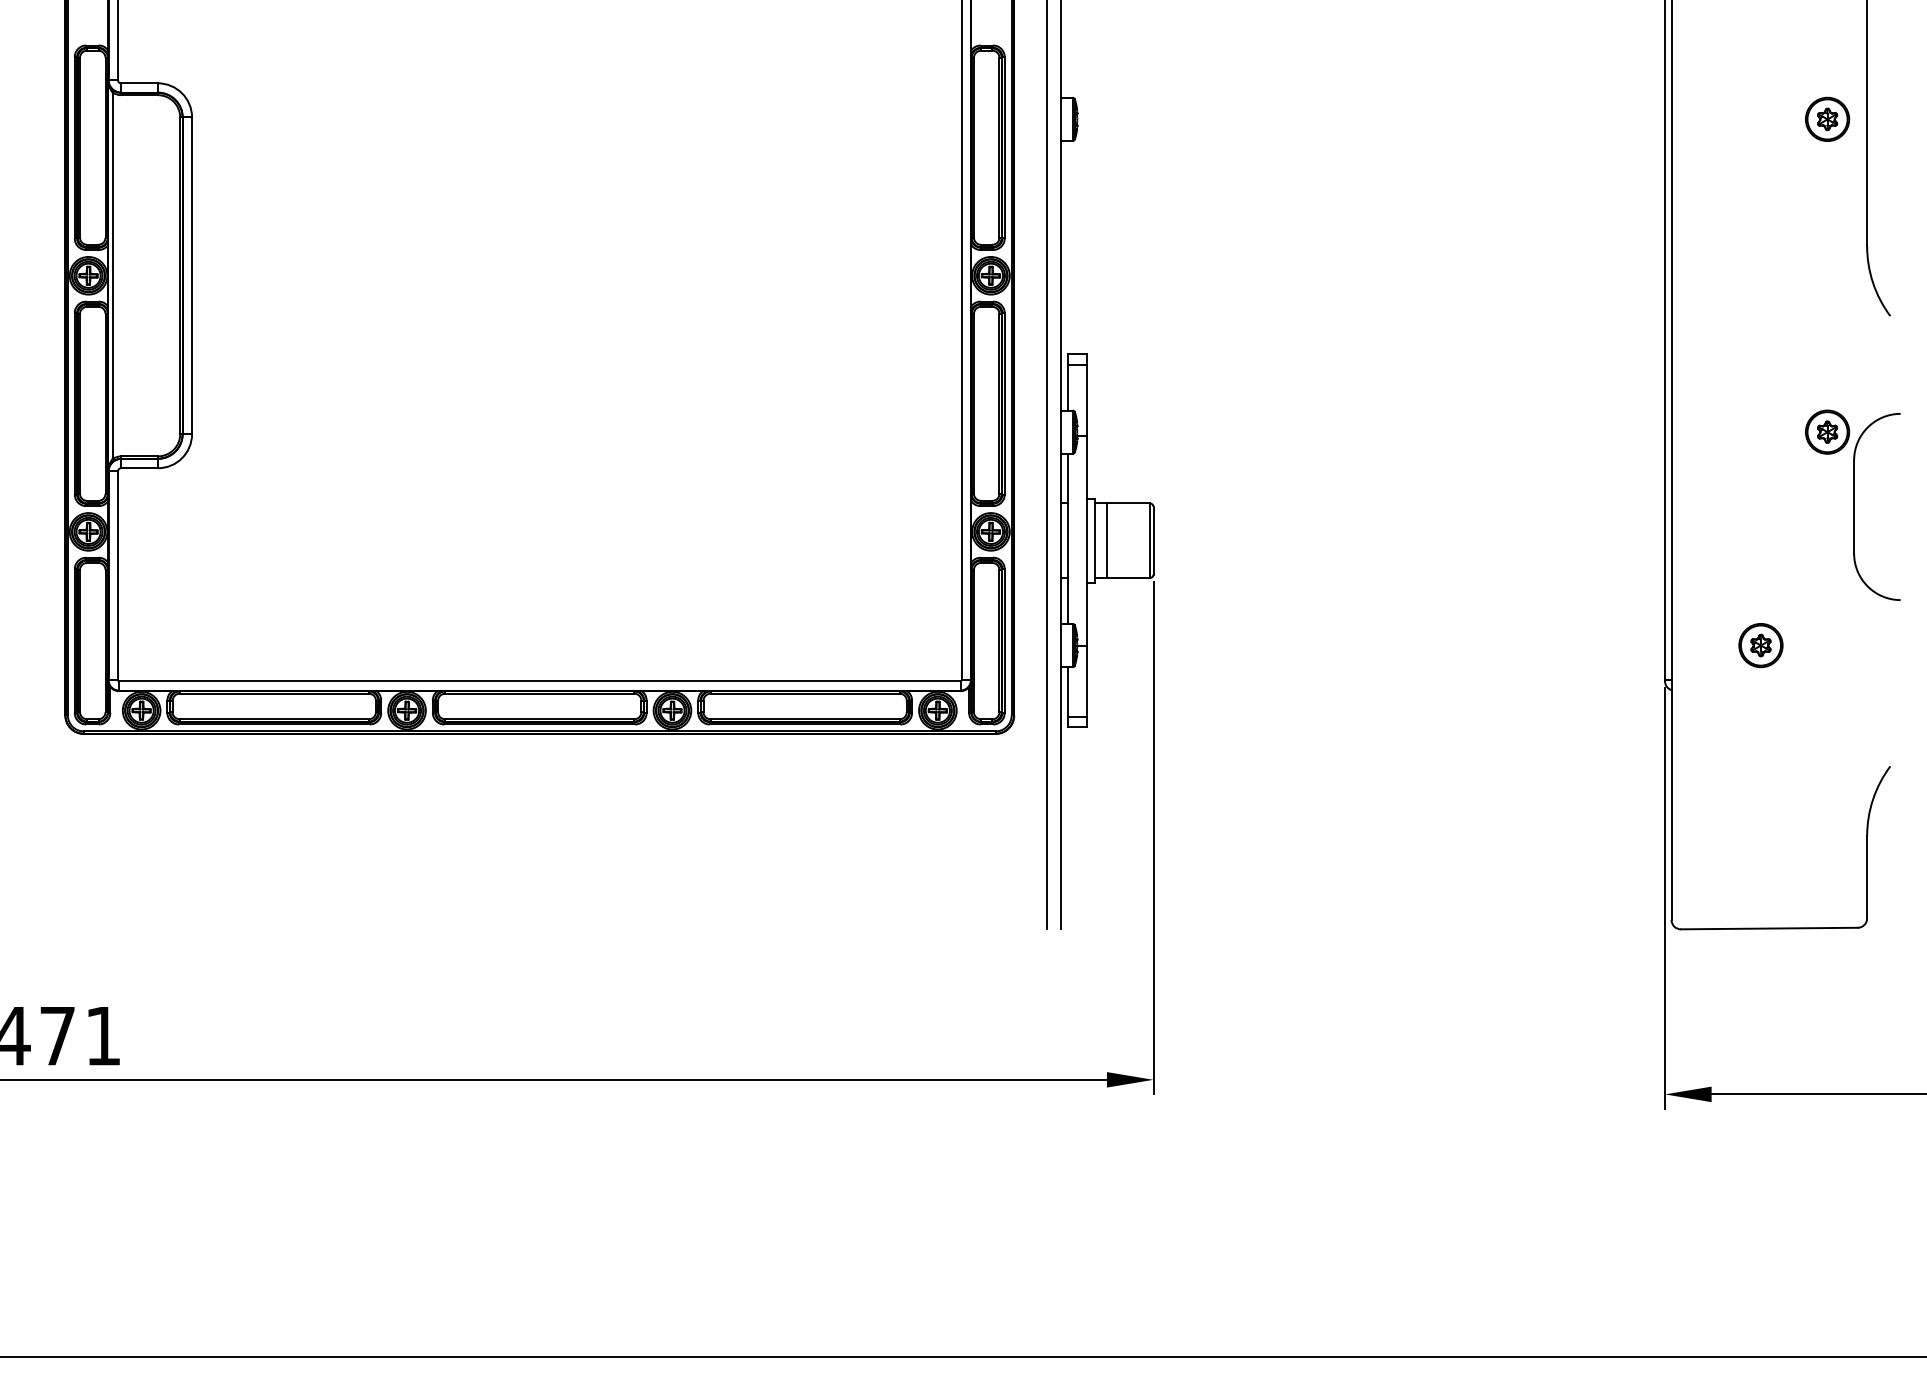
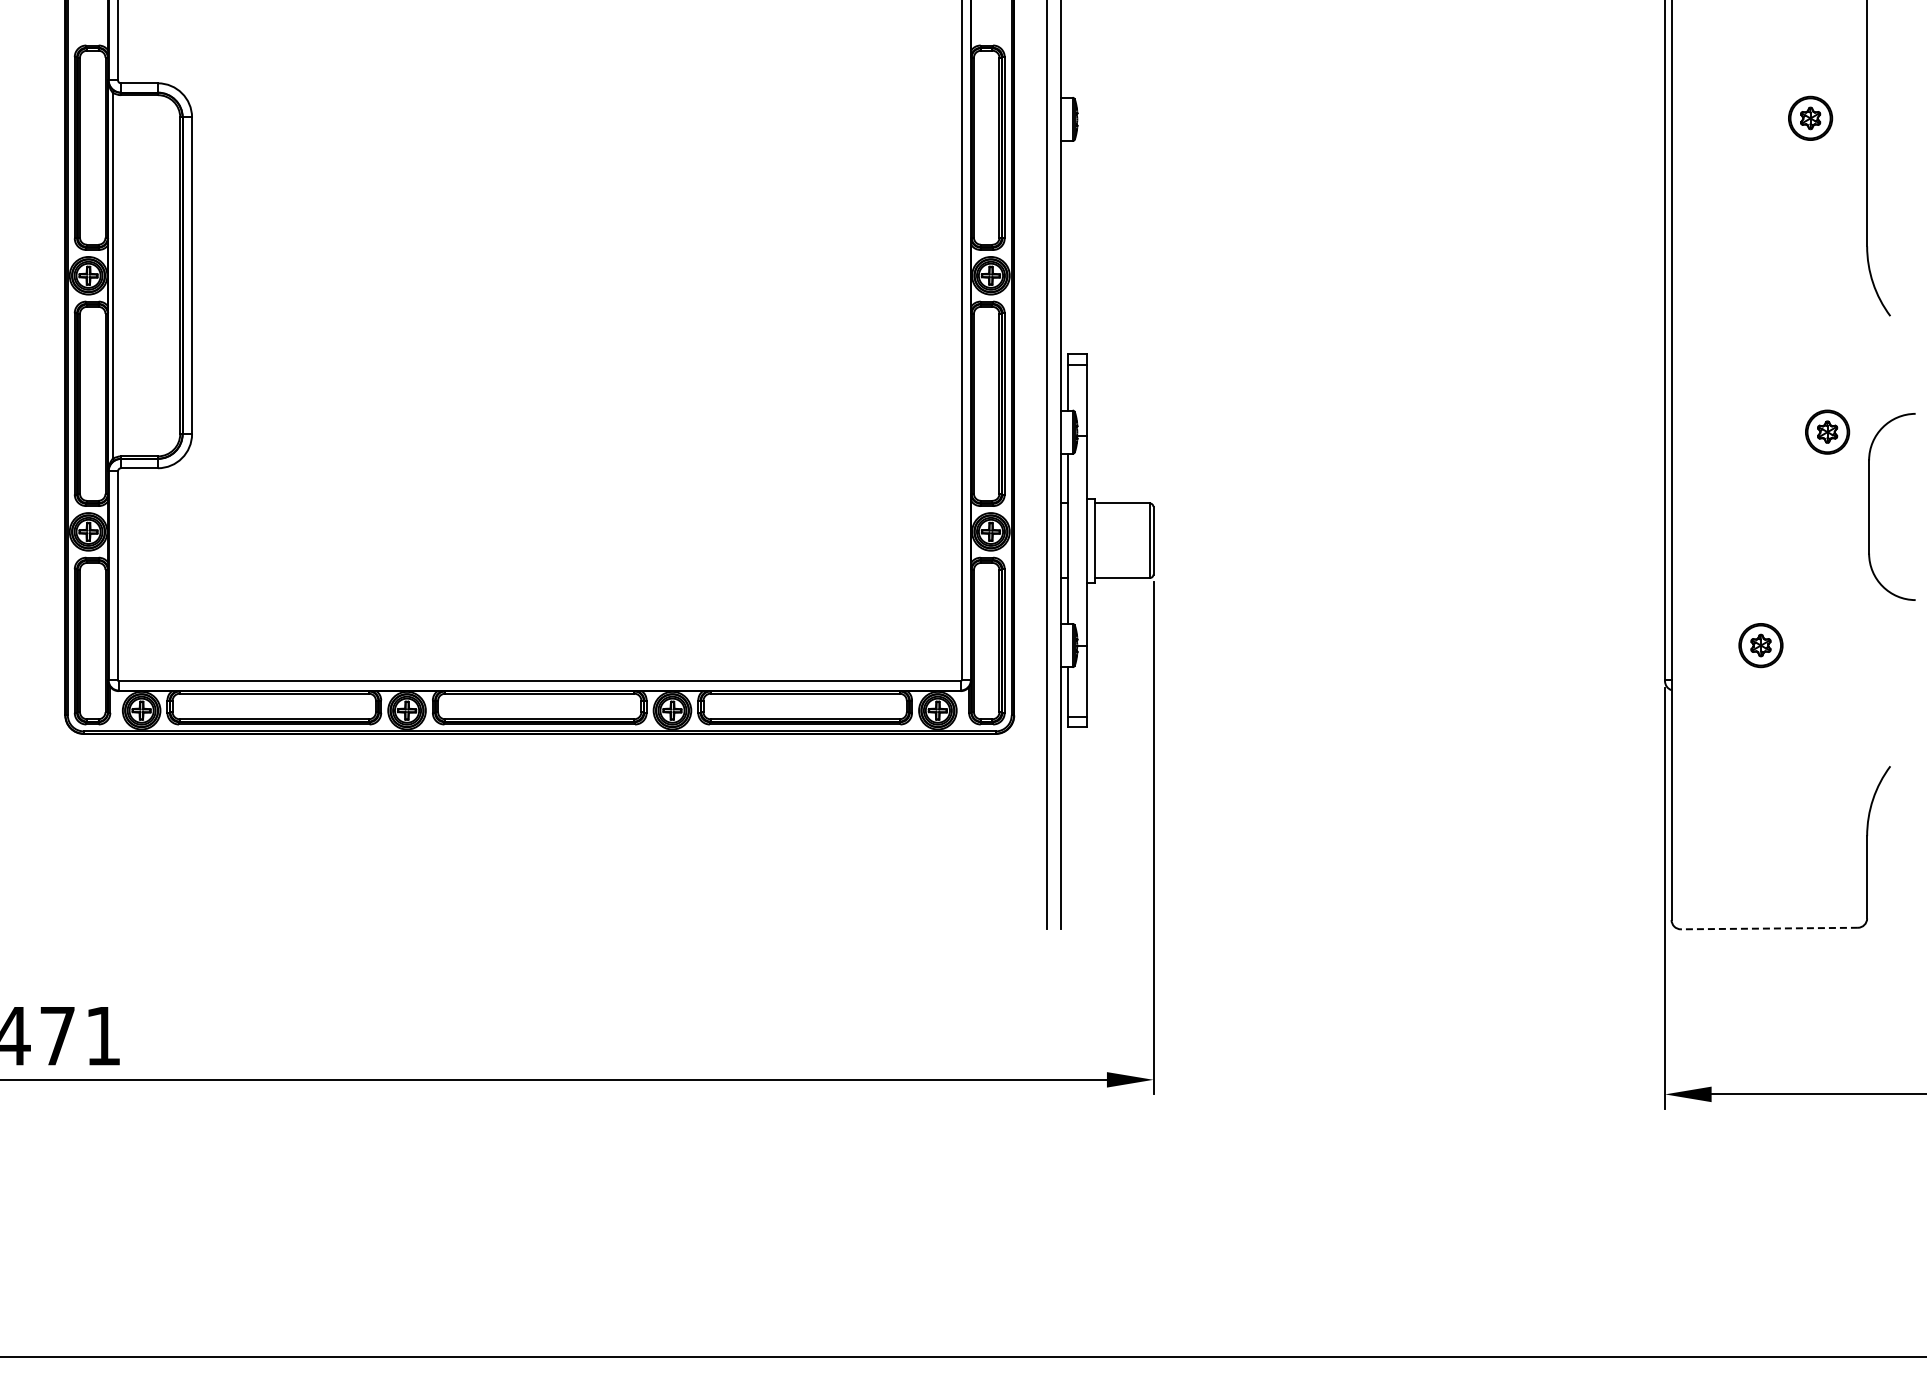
part at (1827, 118) position: (1827, 118) -> (1810, 117)
part at (1854, 506) position: (1854, 506) -> (1869, 506)
line at (1106, 540): present -> none
line at (1768, 928): solid -> dashed
